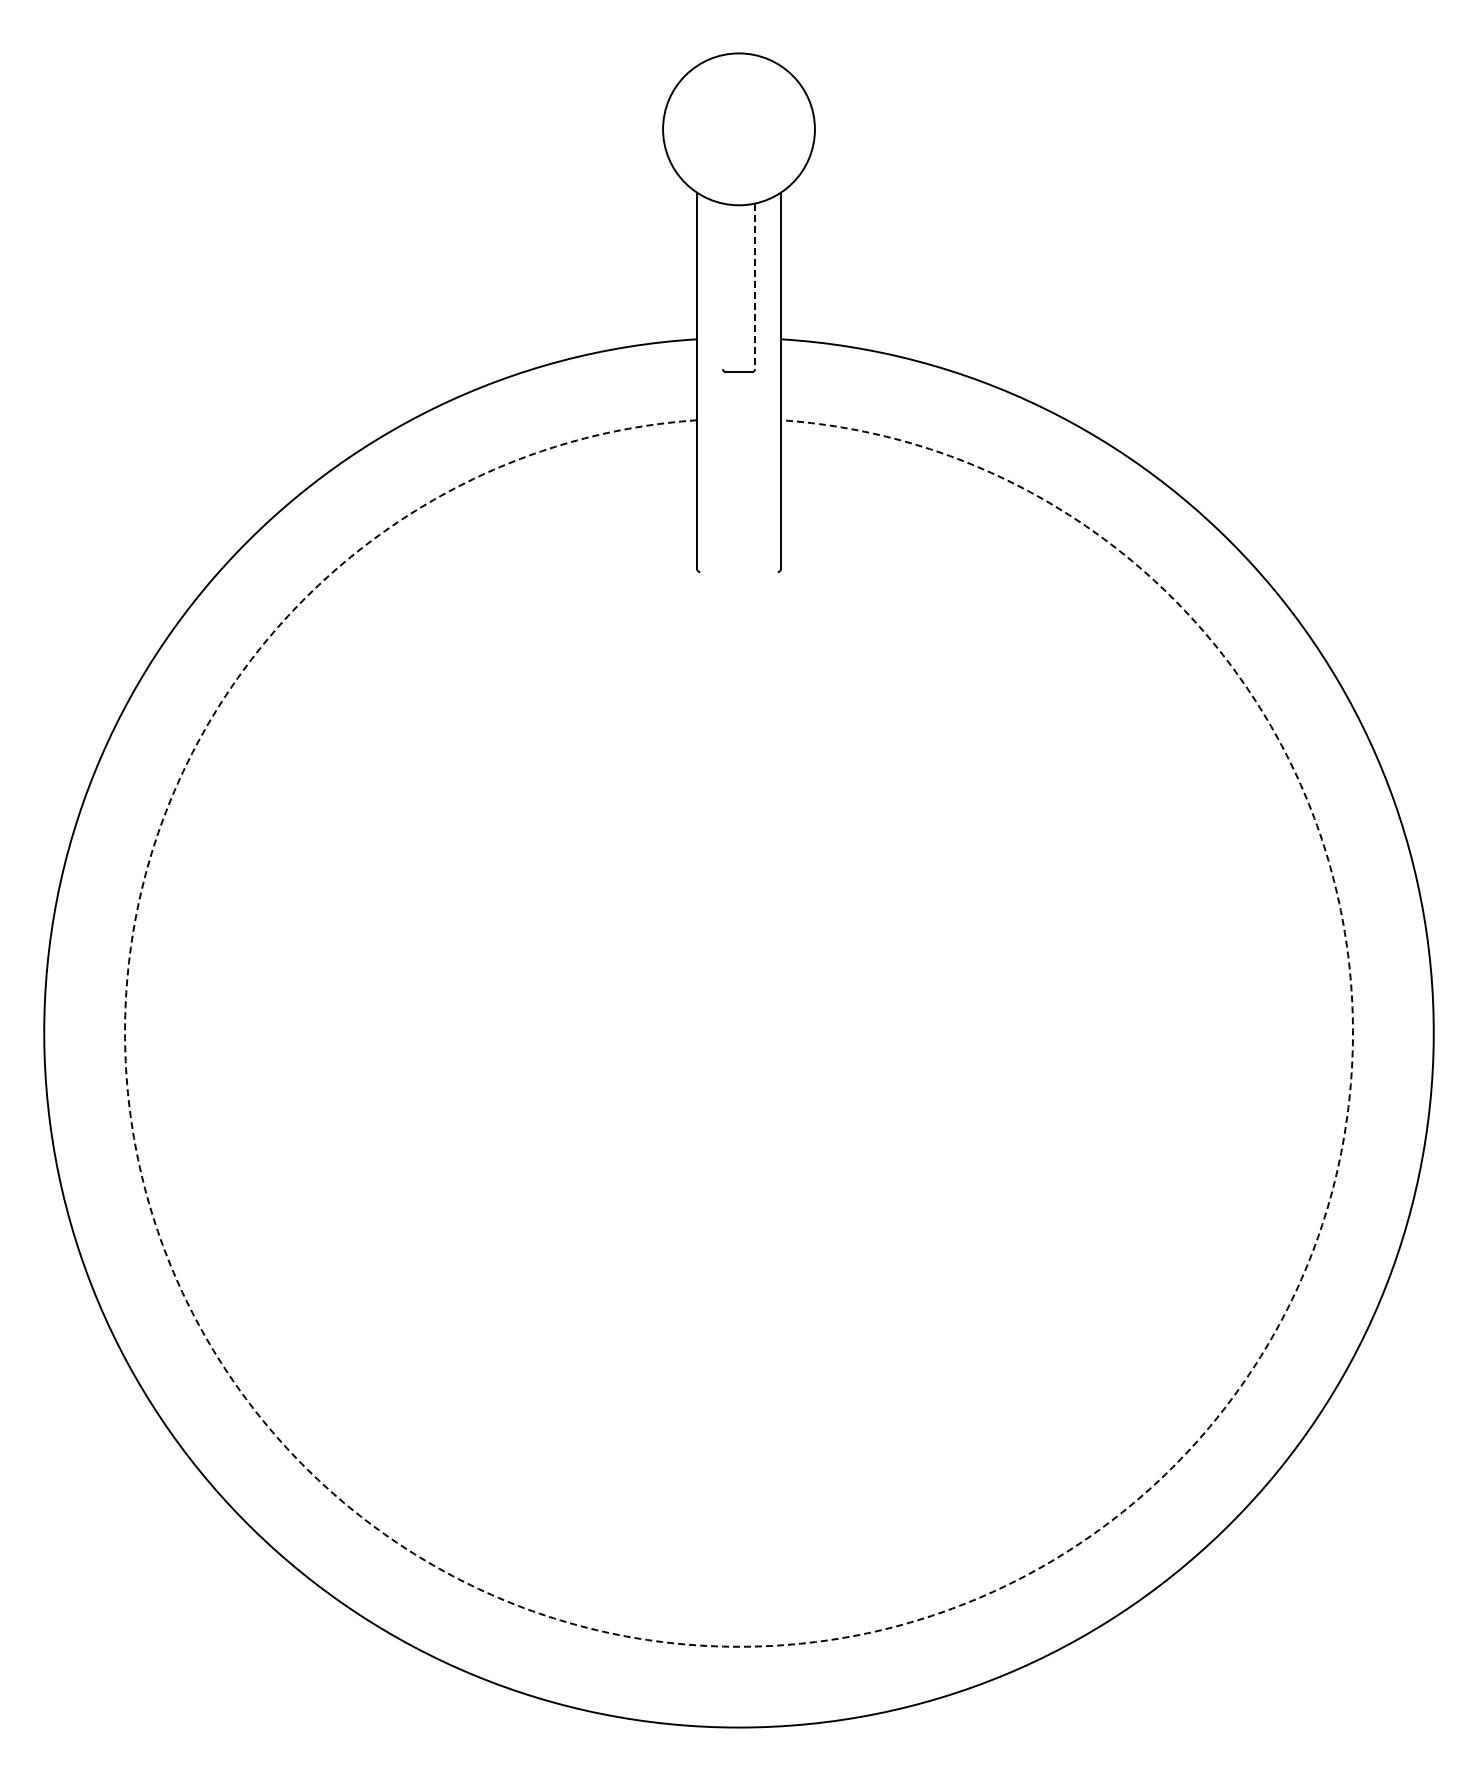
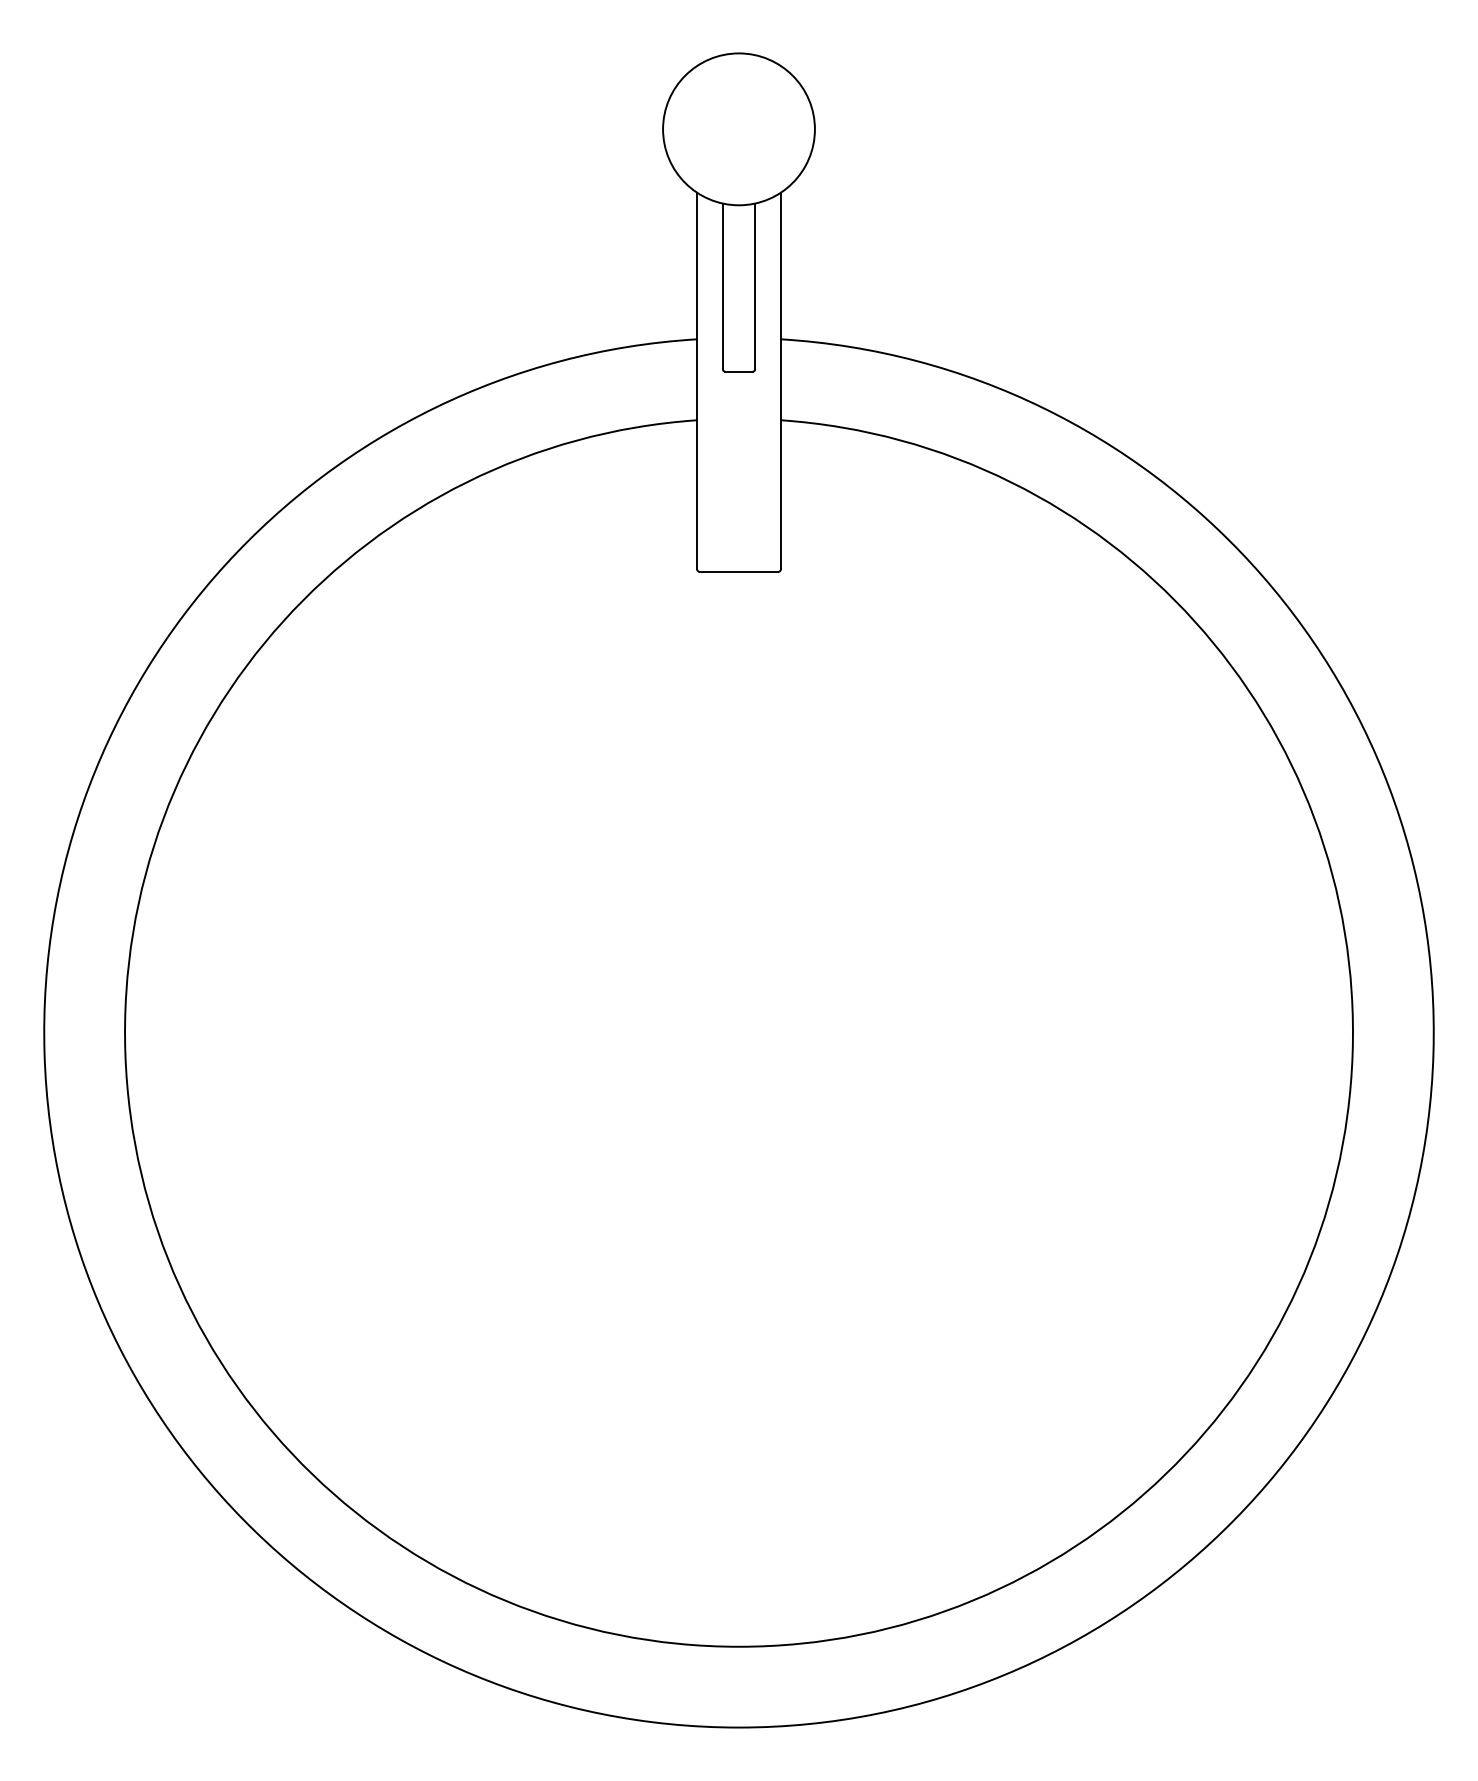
line at (722, 286): none -> present
line at (755, 286): dashed -> solid
line at (738, 572): none -> present
arc at (739, 1646): dashed -> solid
